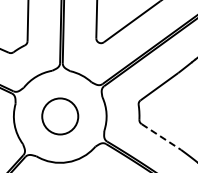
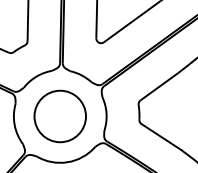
circle at (60, 116) diameter: 36 px -> 51 px
line at (161, 137): dashed -> solid
